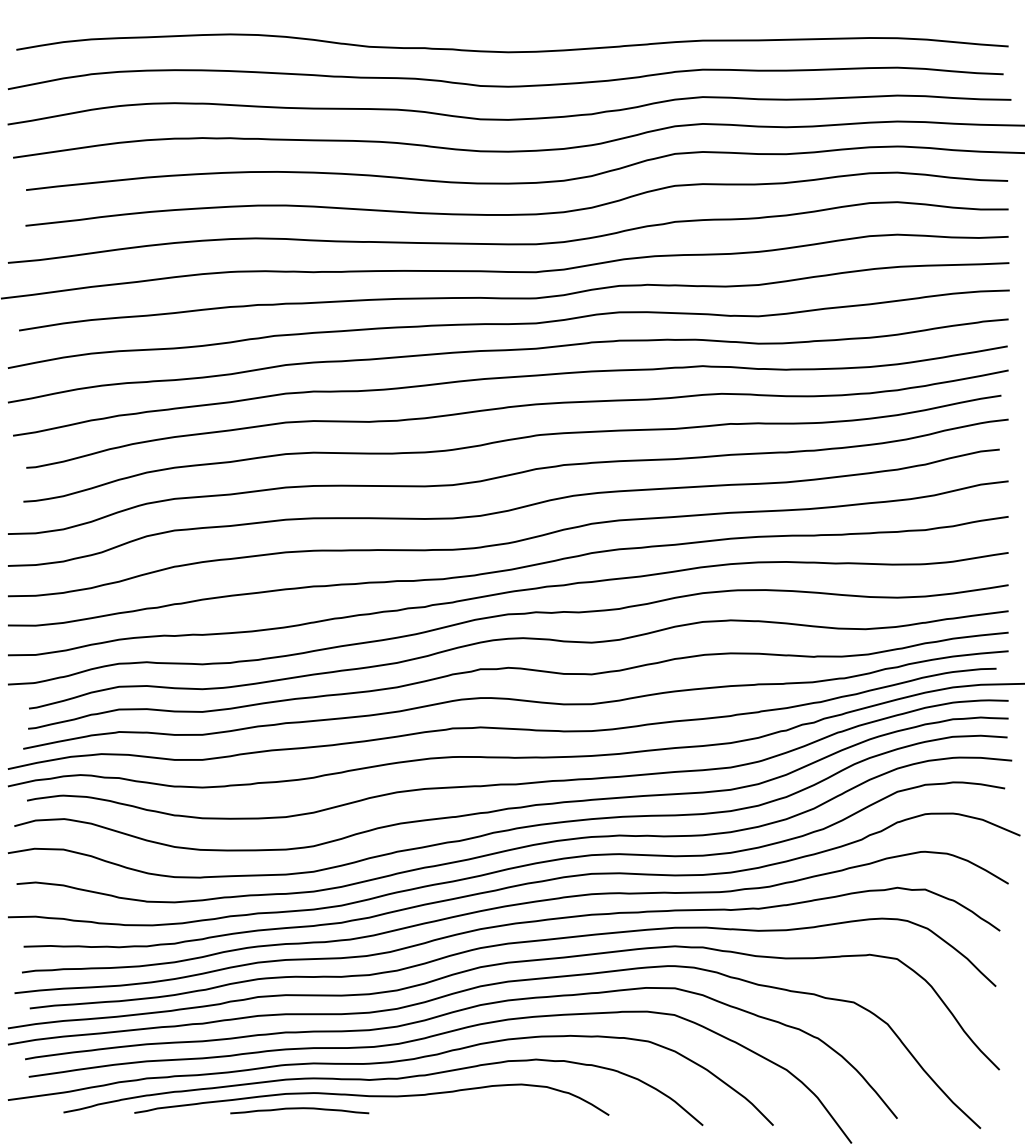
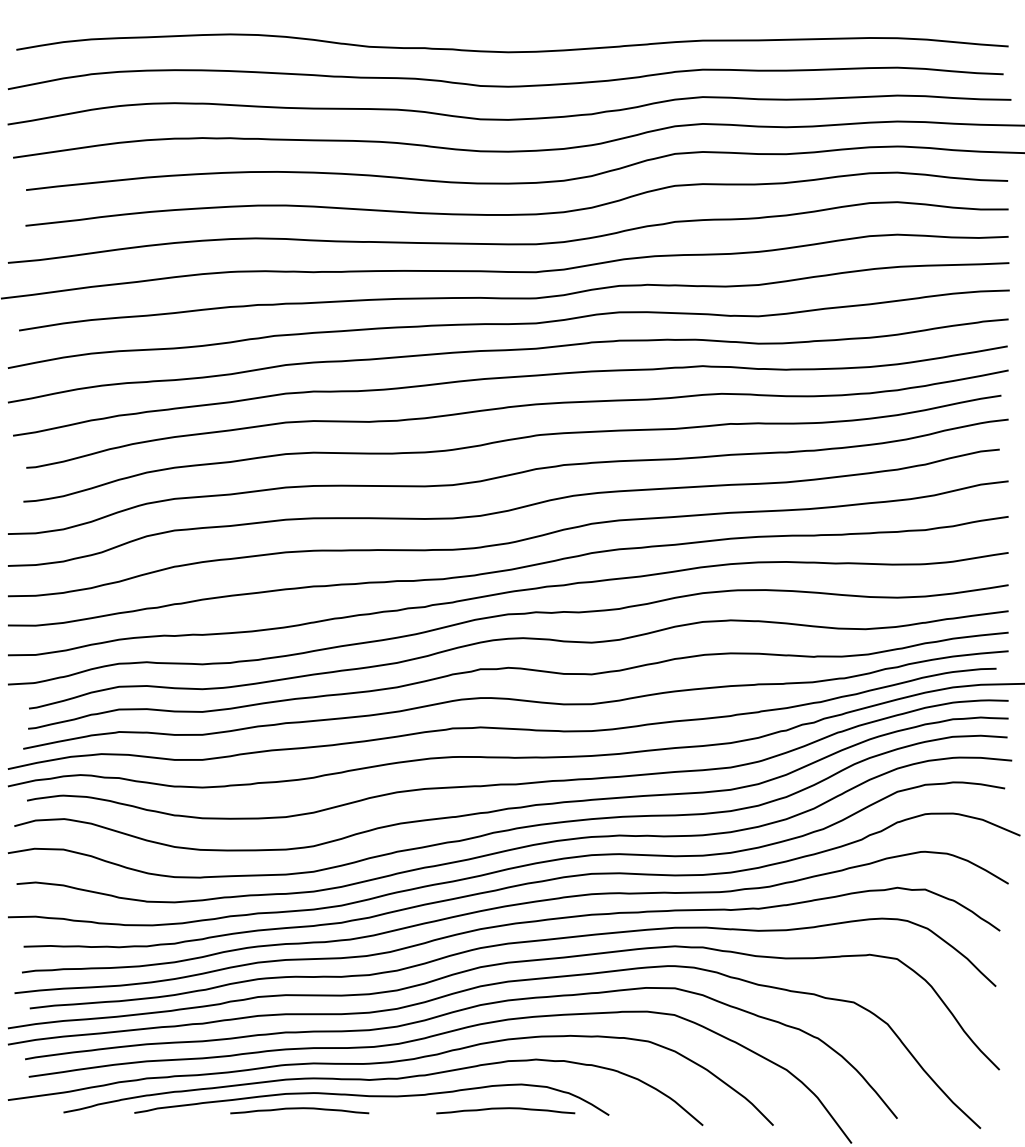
curve at (505, 1109): none -> present
